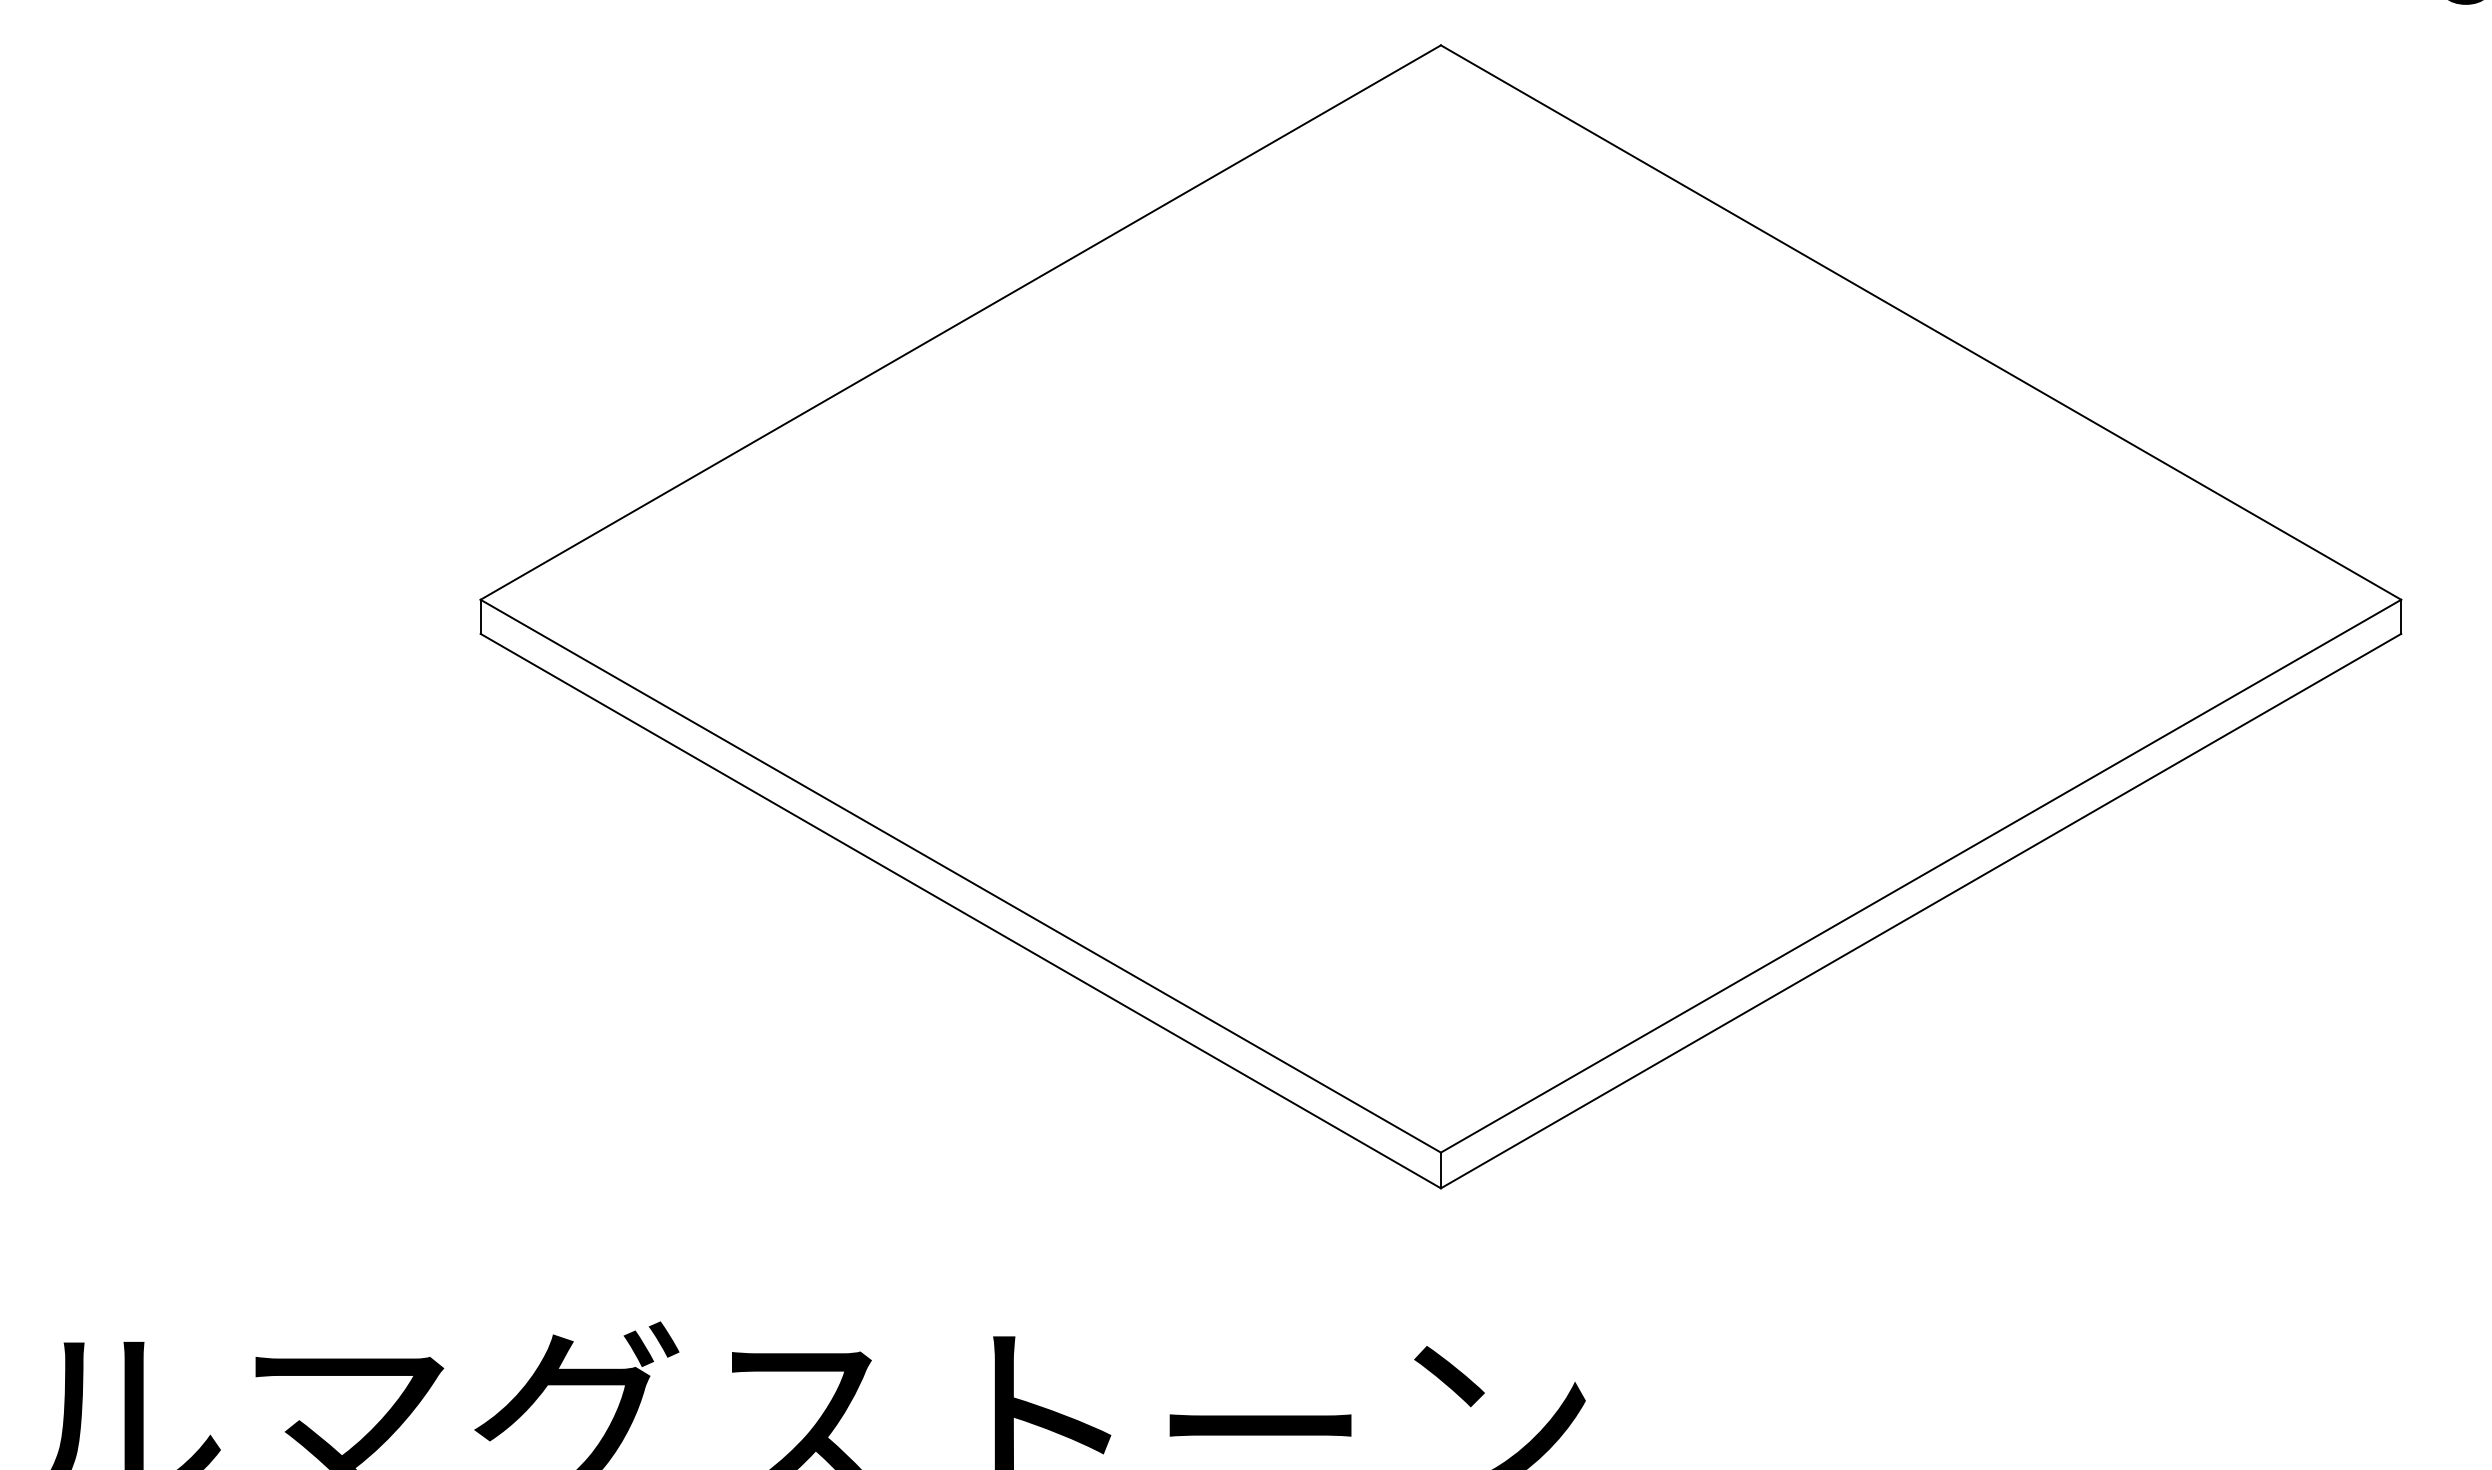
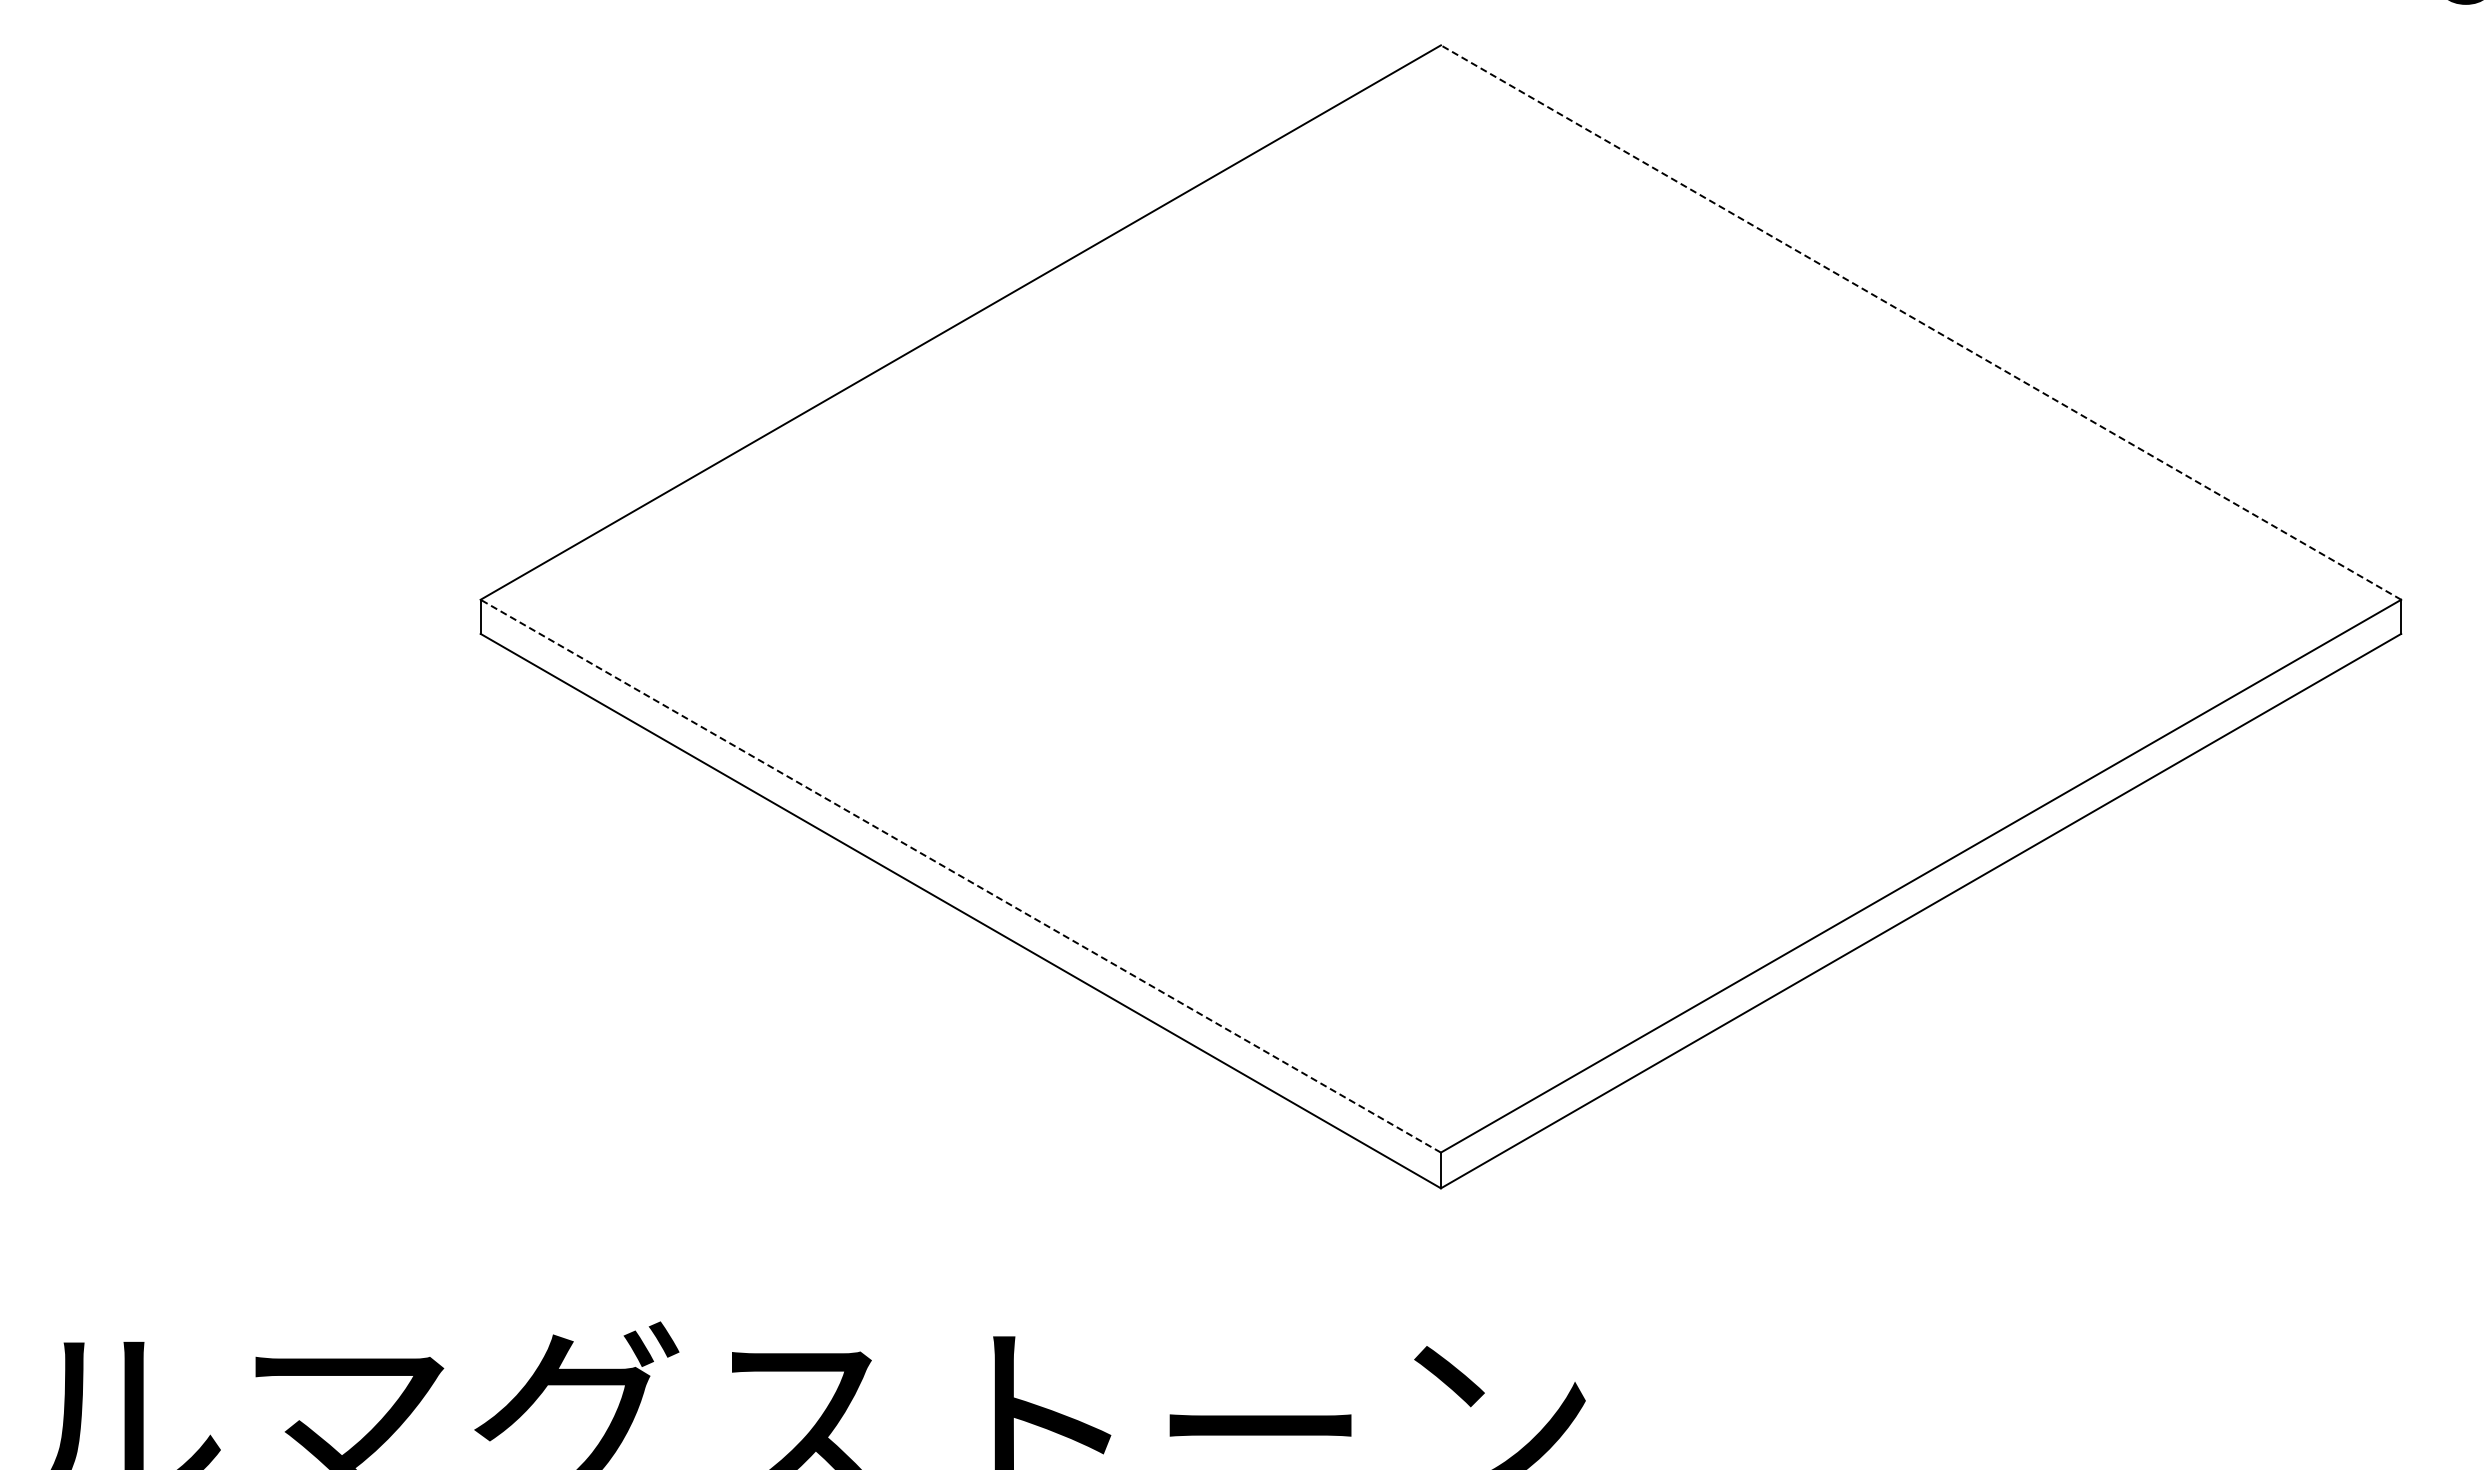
line at (1920, 322): solid -> dashed
line at (960, 875): solid -> dashed
